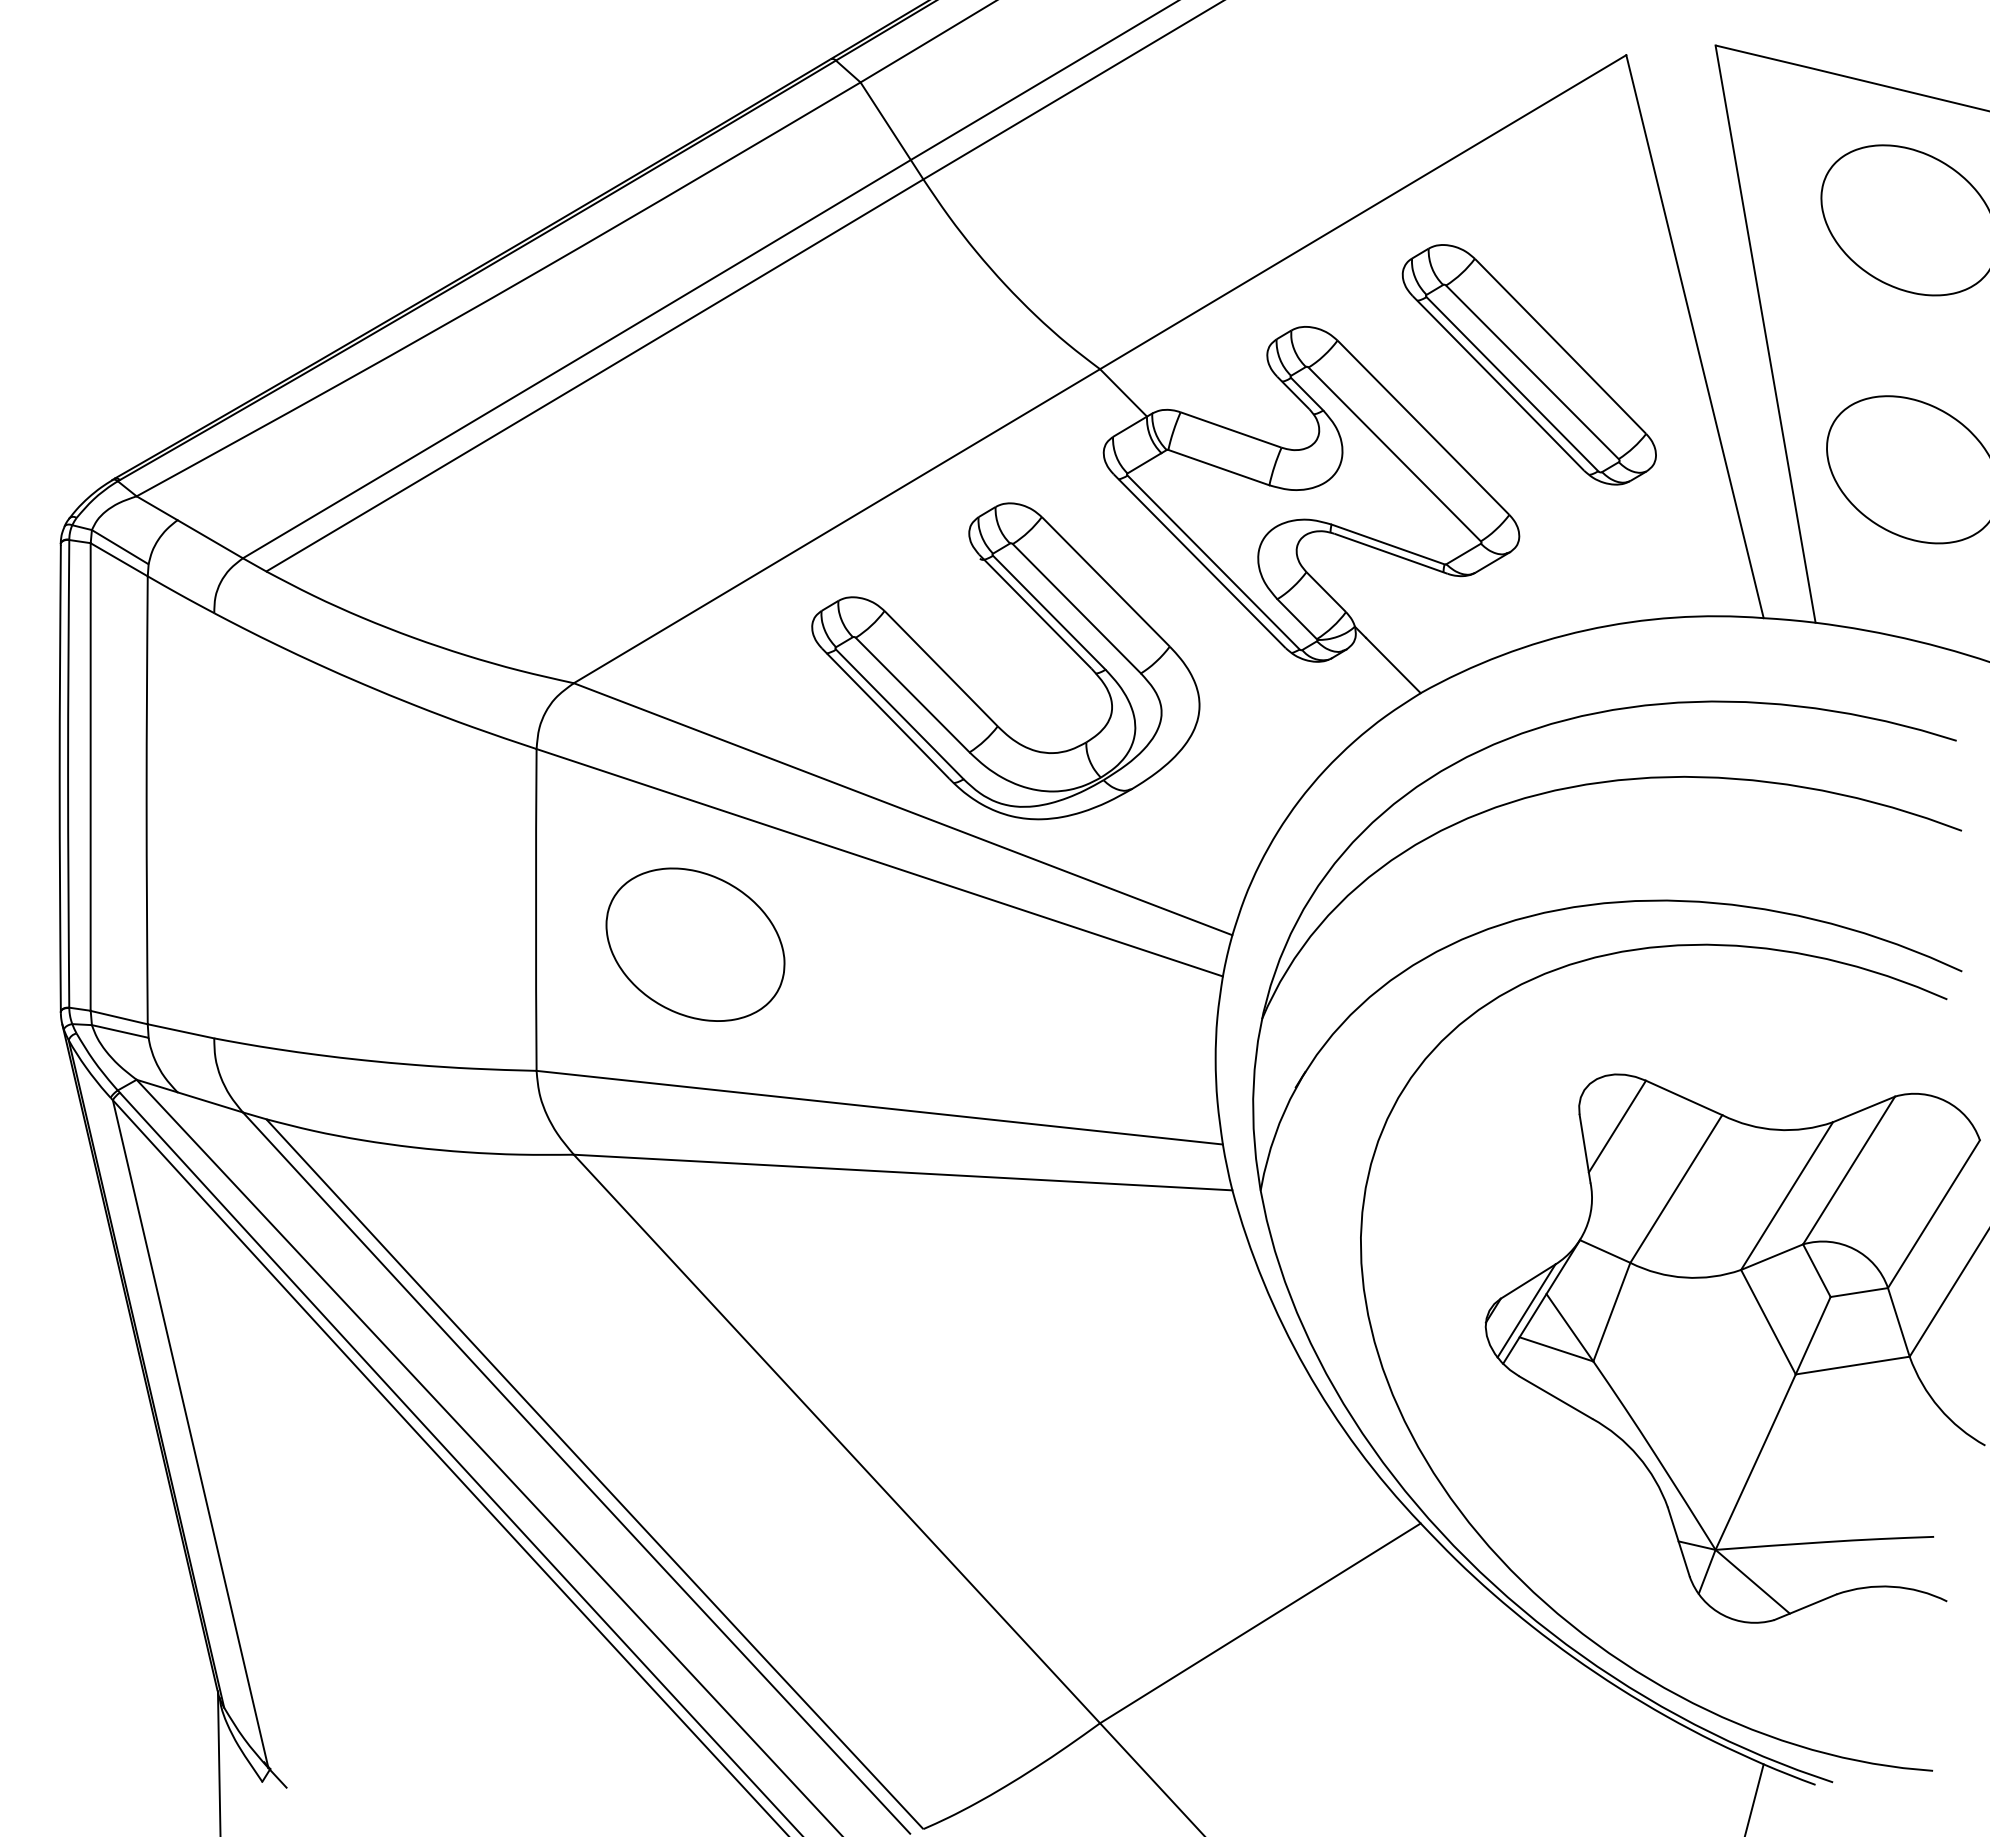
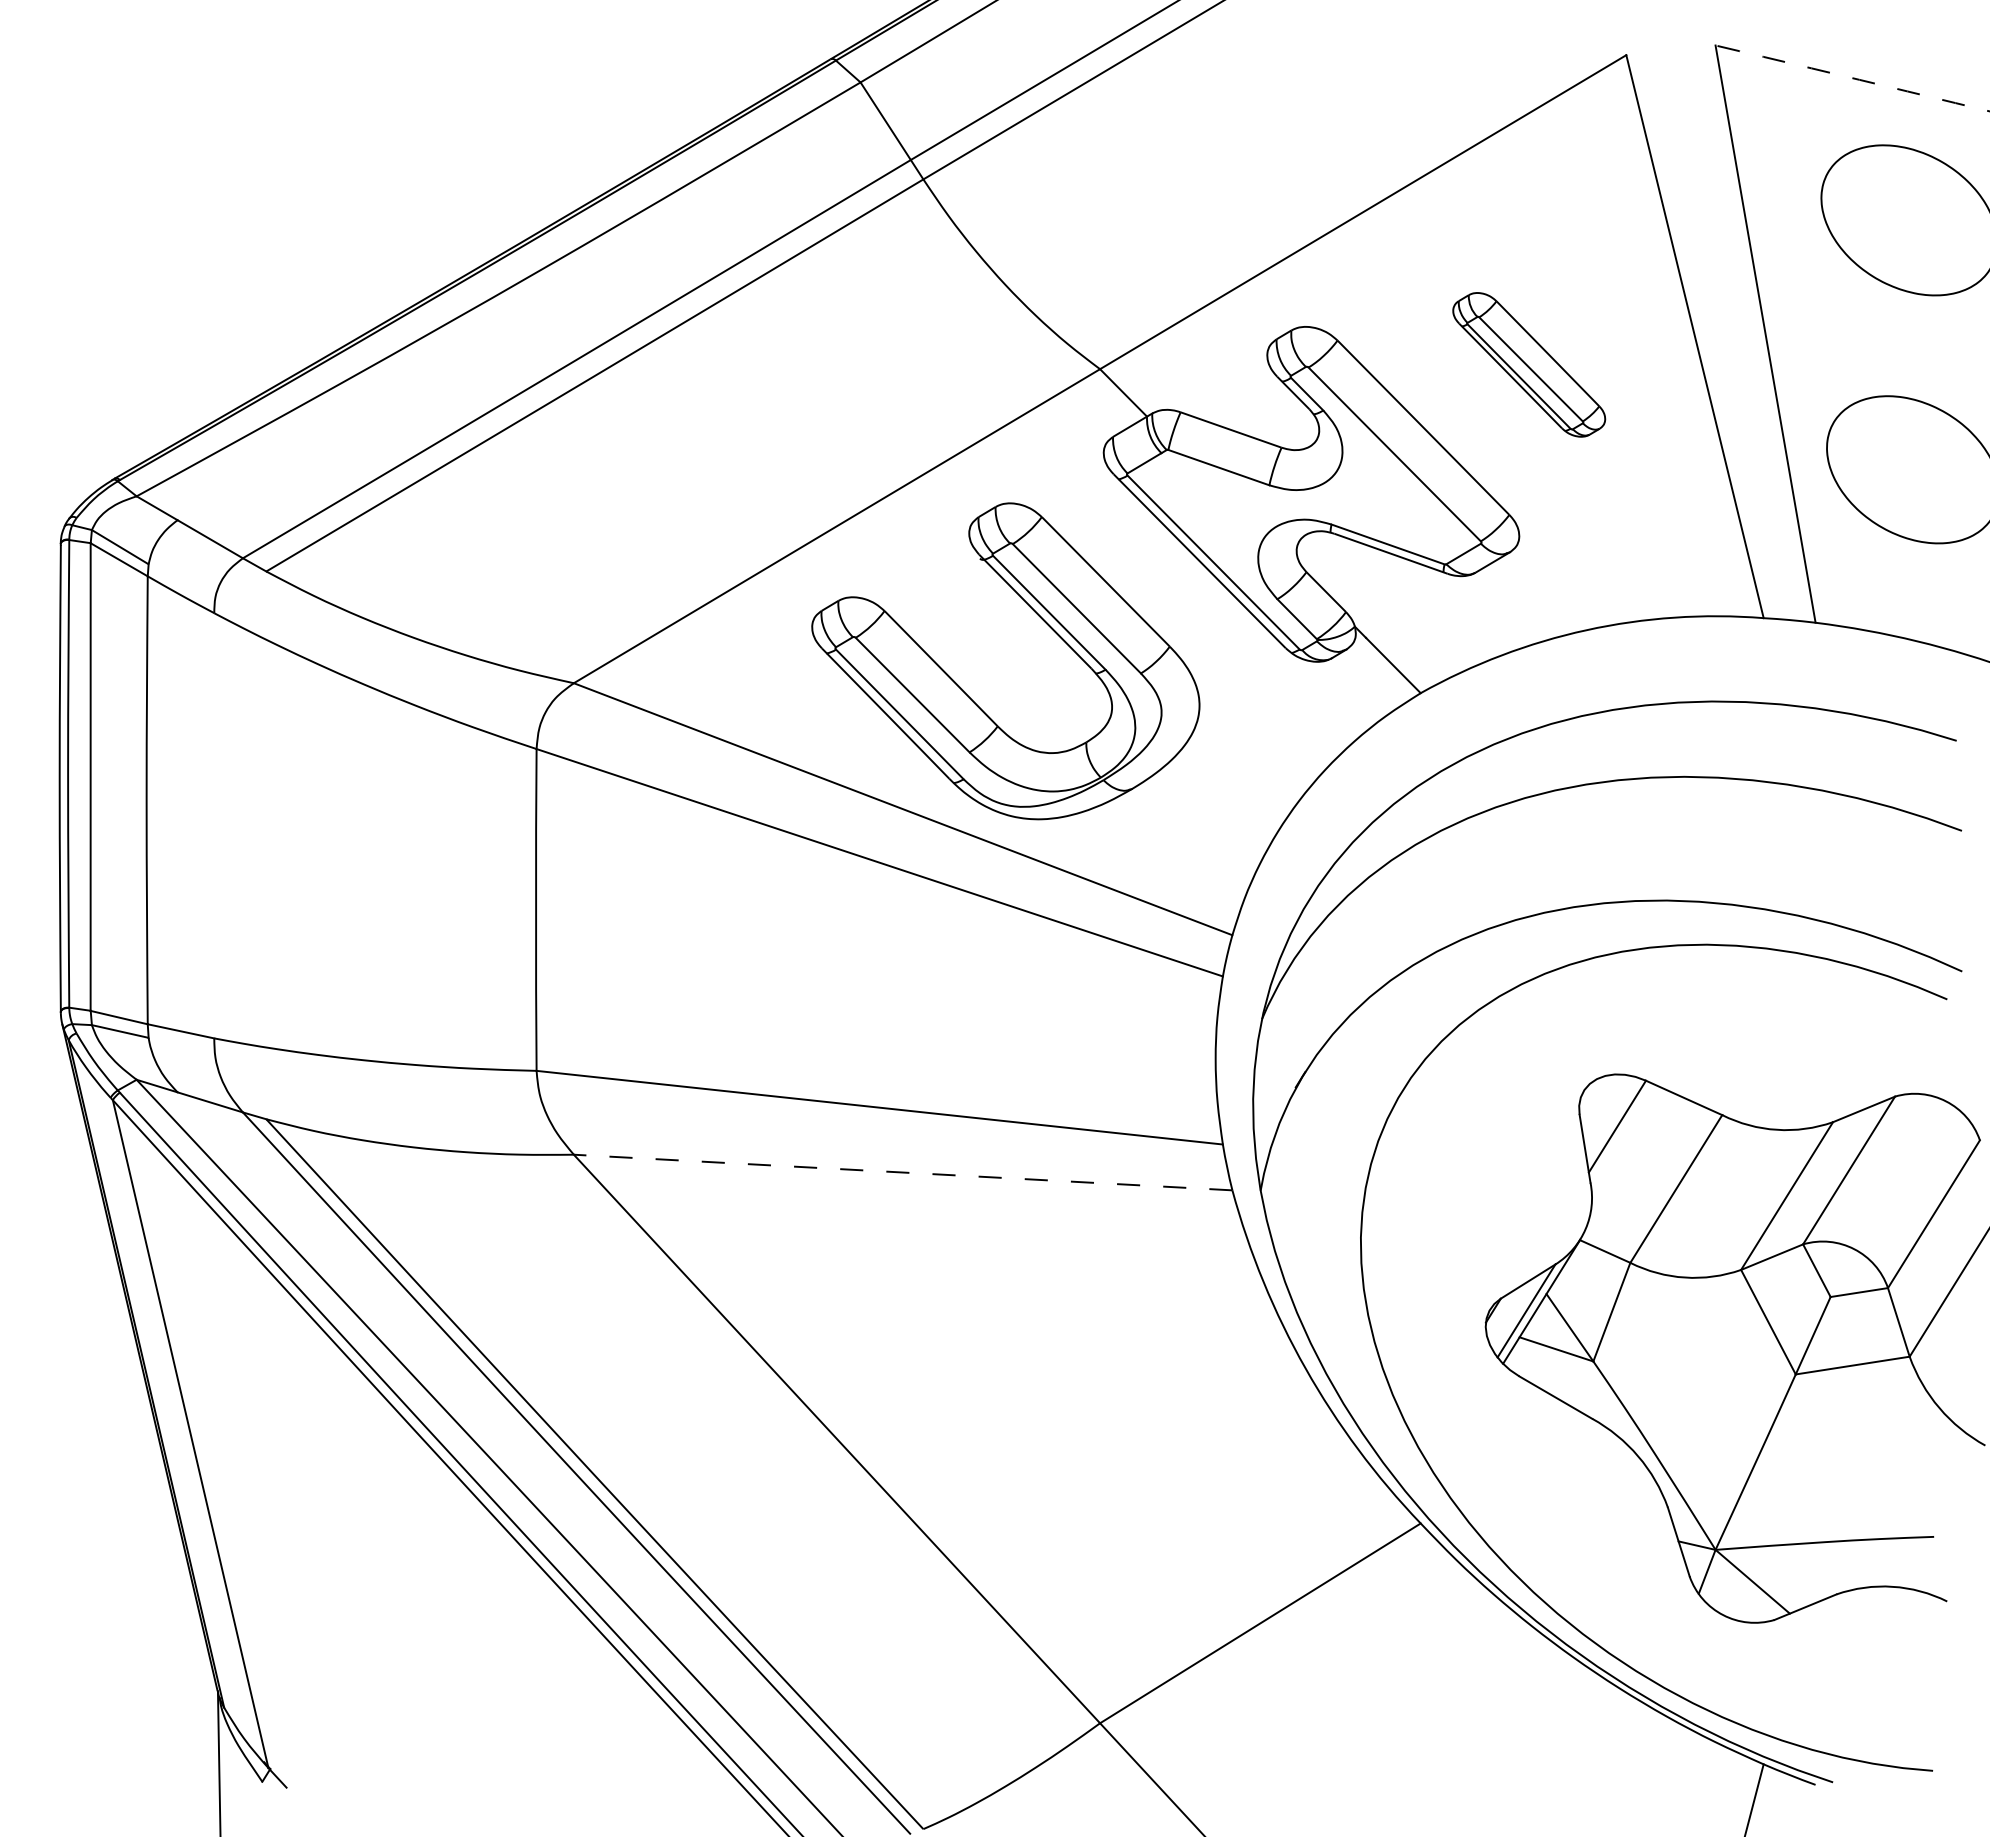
arc at (1852, 78): solid -> dashed
part at (1528, 364) size: 256x242 px -> 155x146 px
part at (695, 944): present -> none
line at (903, 1172): solid -> dashed
